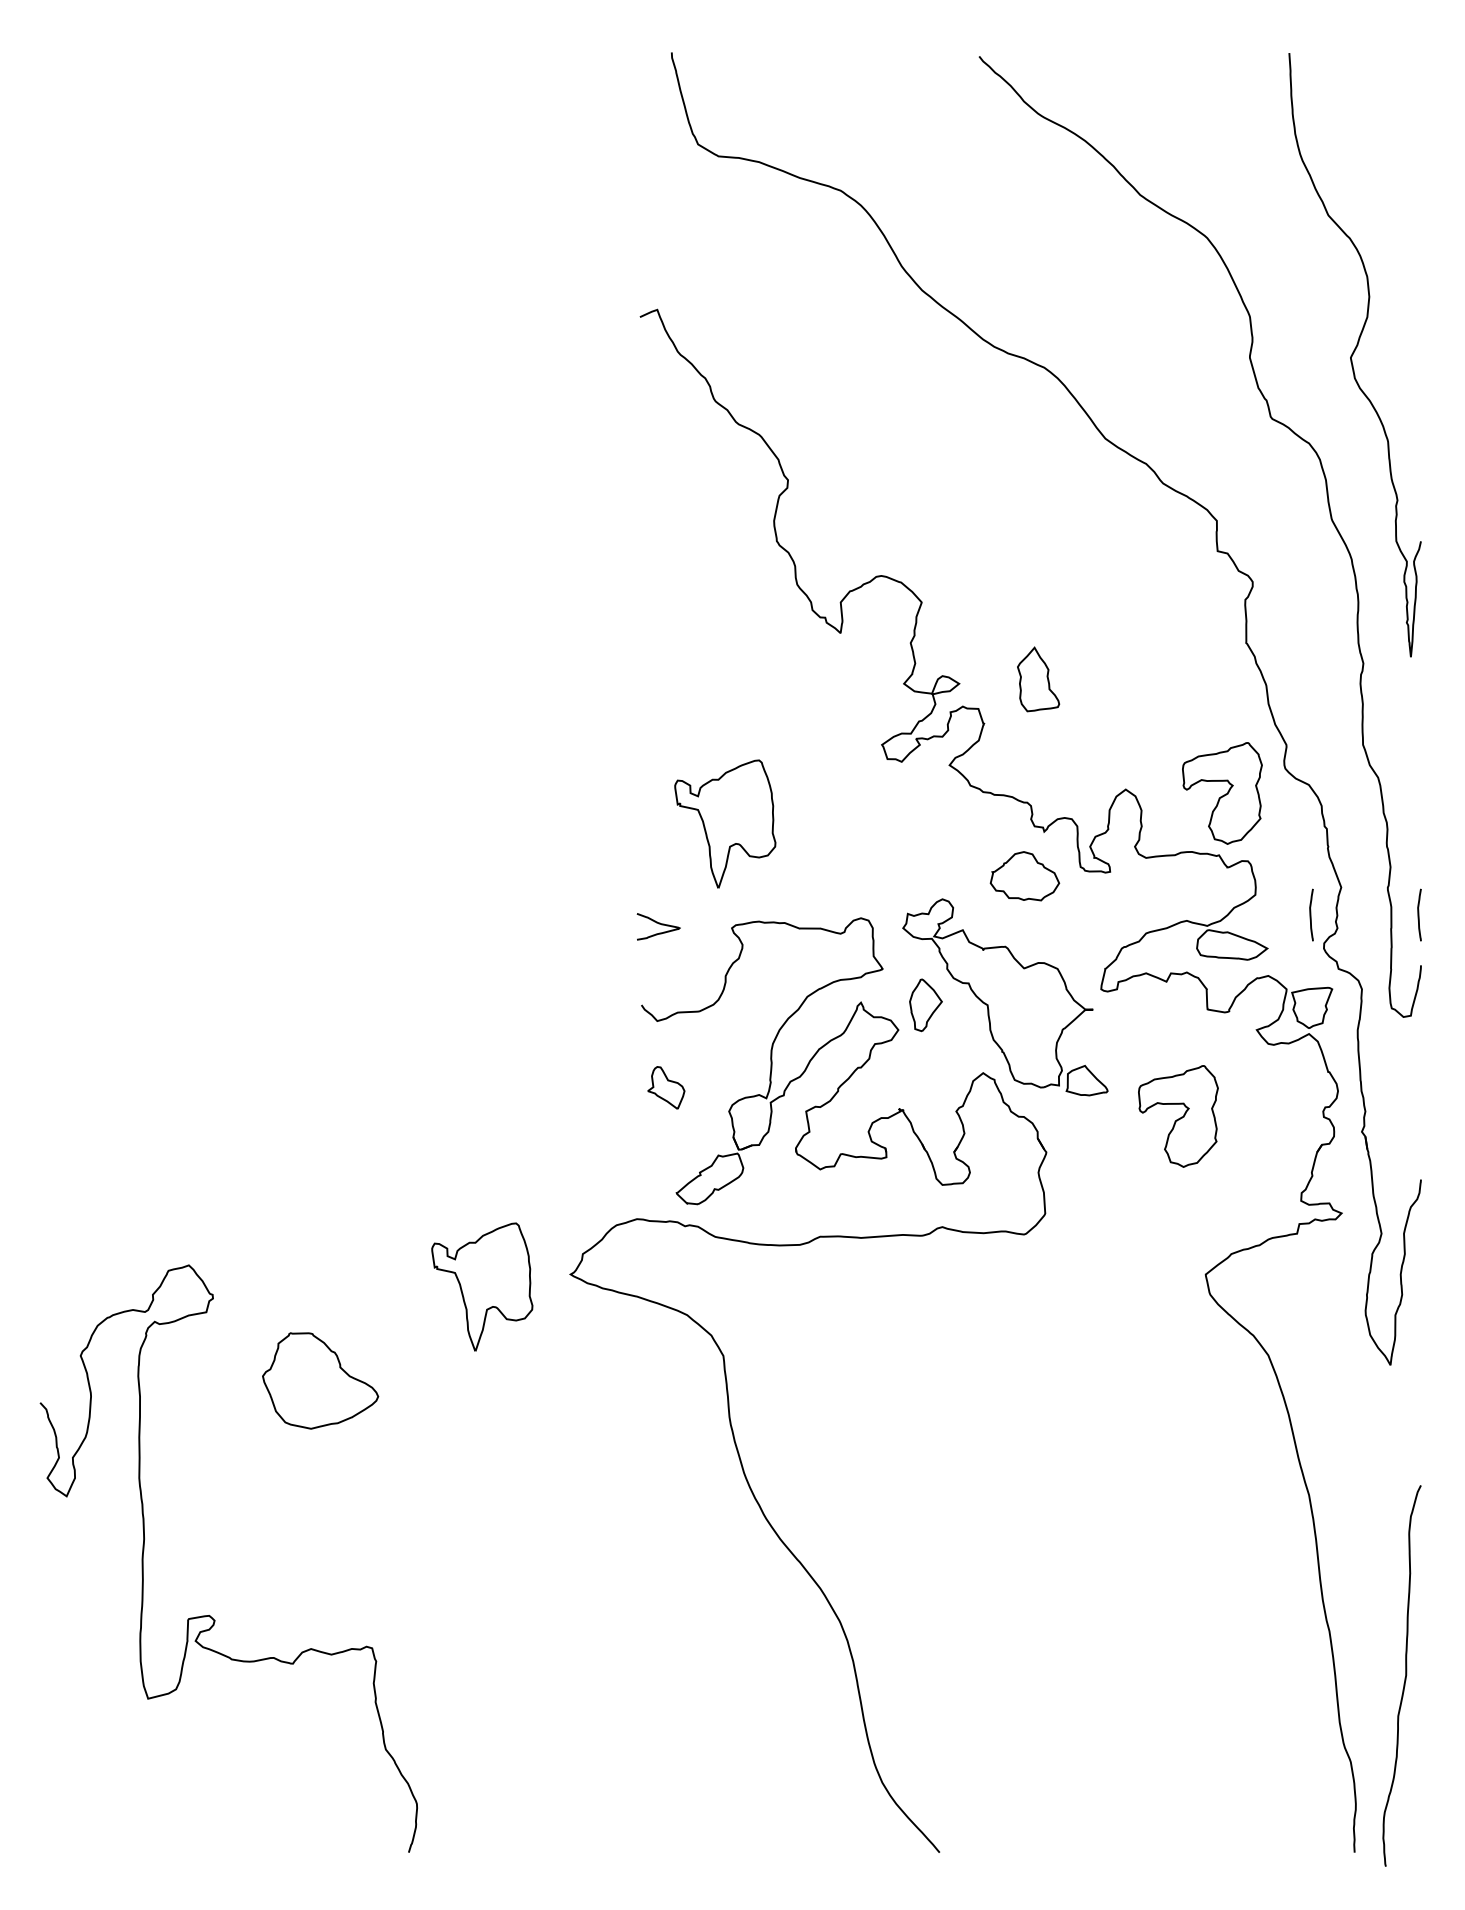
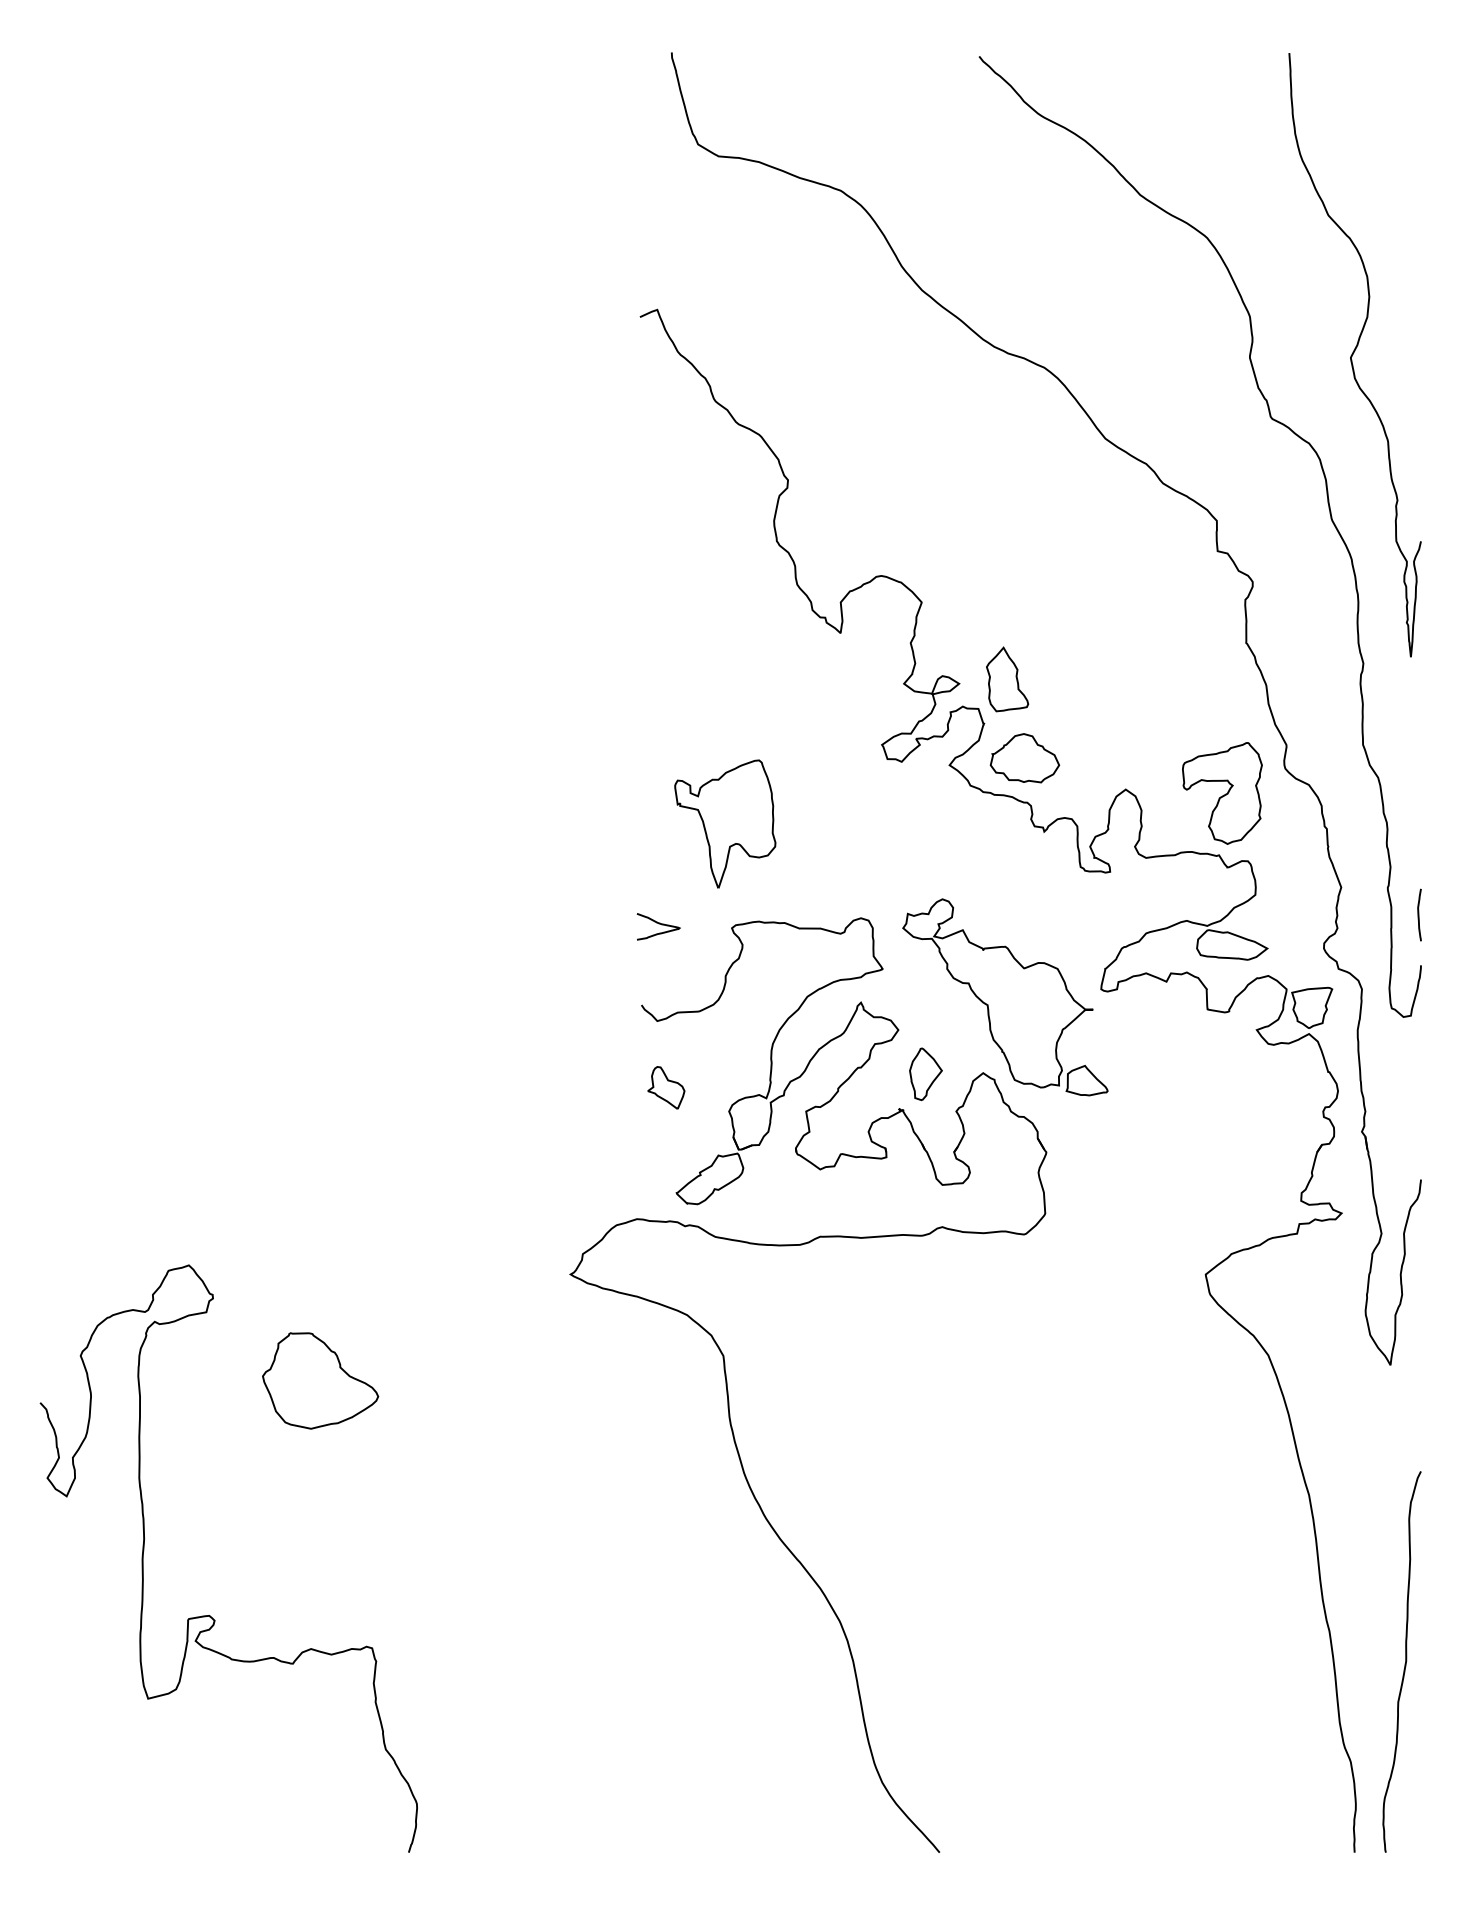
part at (1038, 679) position: (1038, 679) -> (1007, 679)
part at (1024, 876) position: (1024, 876) -> (1024, 758)
curve at (1311, 914): present -> none
part at (925, 1005) position: (925, 1005) -> (925, 1074)
part at (1178, 1116): present -> none
part at (482, 1286): present -> none
curve at (1404, 1677) position: (1404, 1677) -> (1404, 1663)
